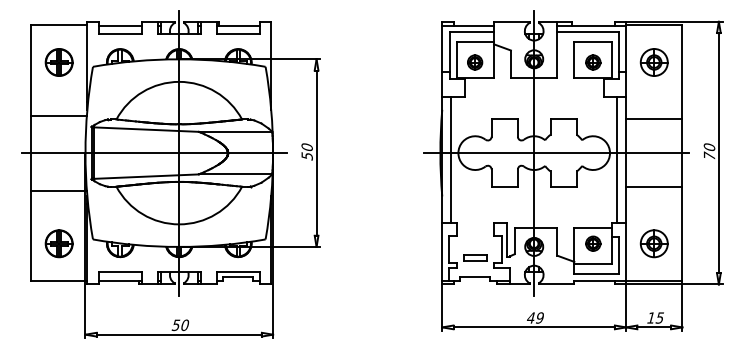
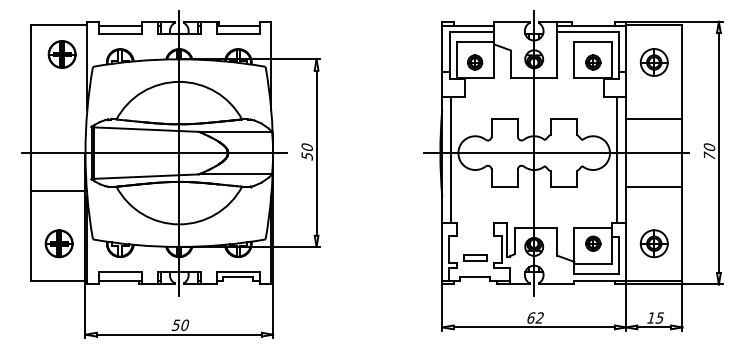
part at (58, 62) position: (58, 62) -> (61, 54)
line at (58, 115): present -> none
text at (535, 317): 49 -> 62
